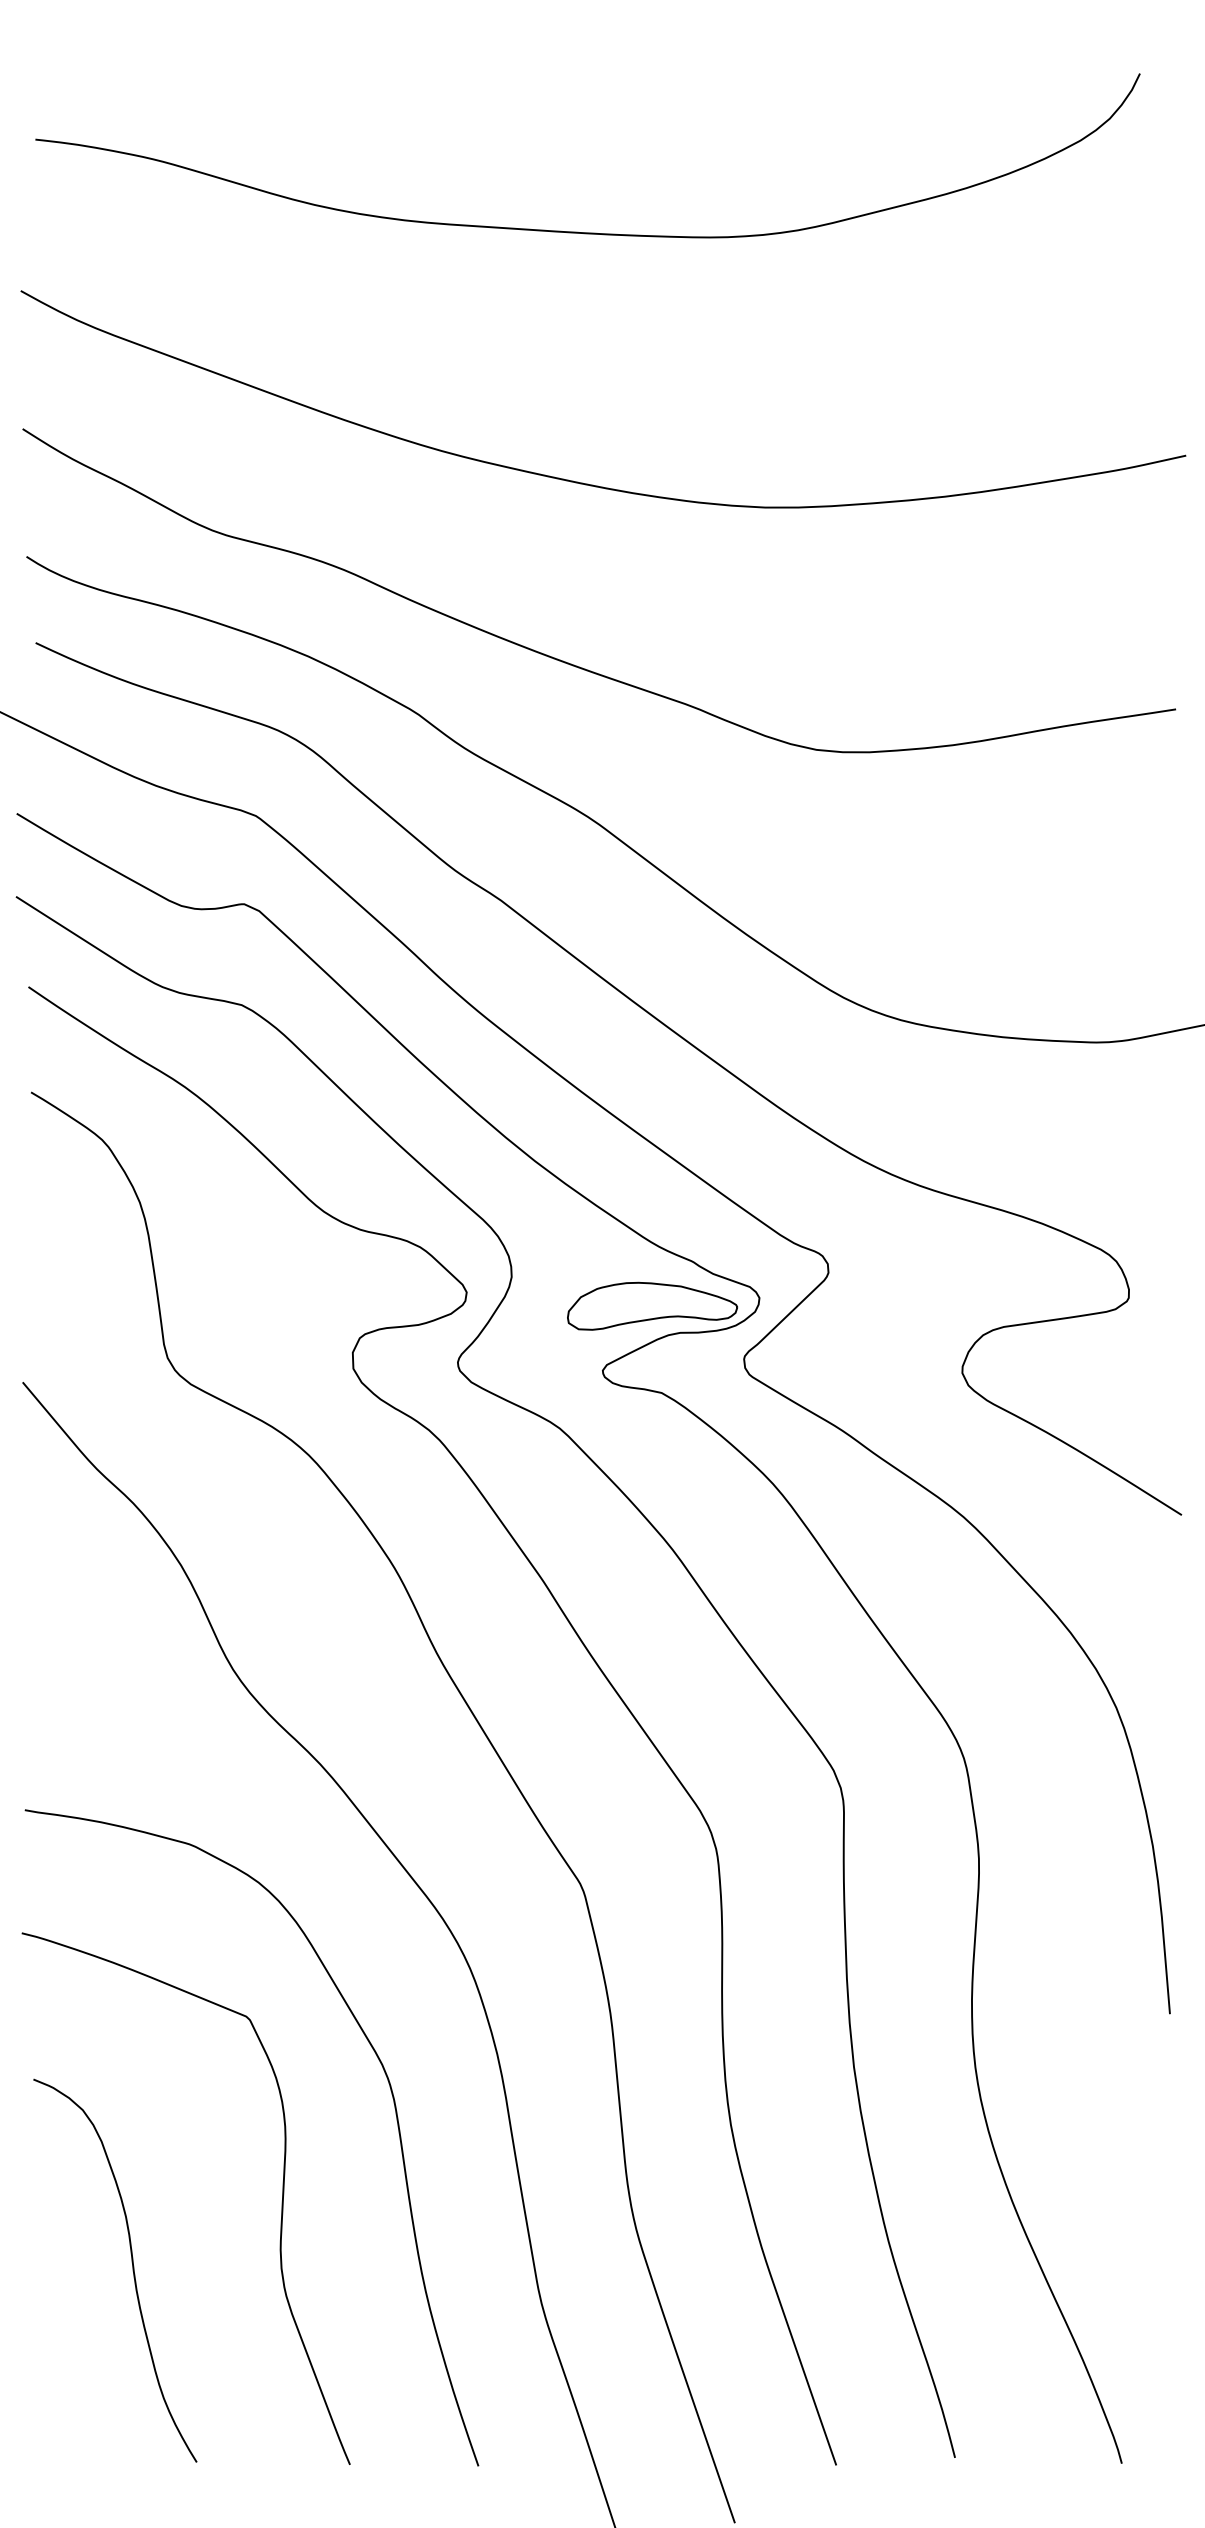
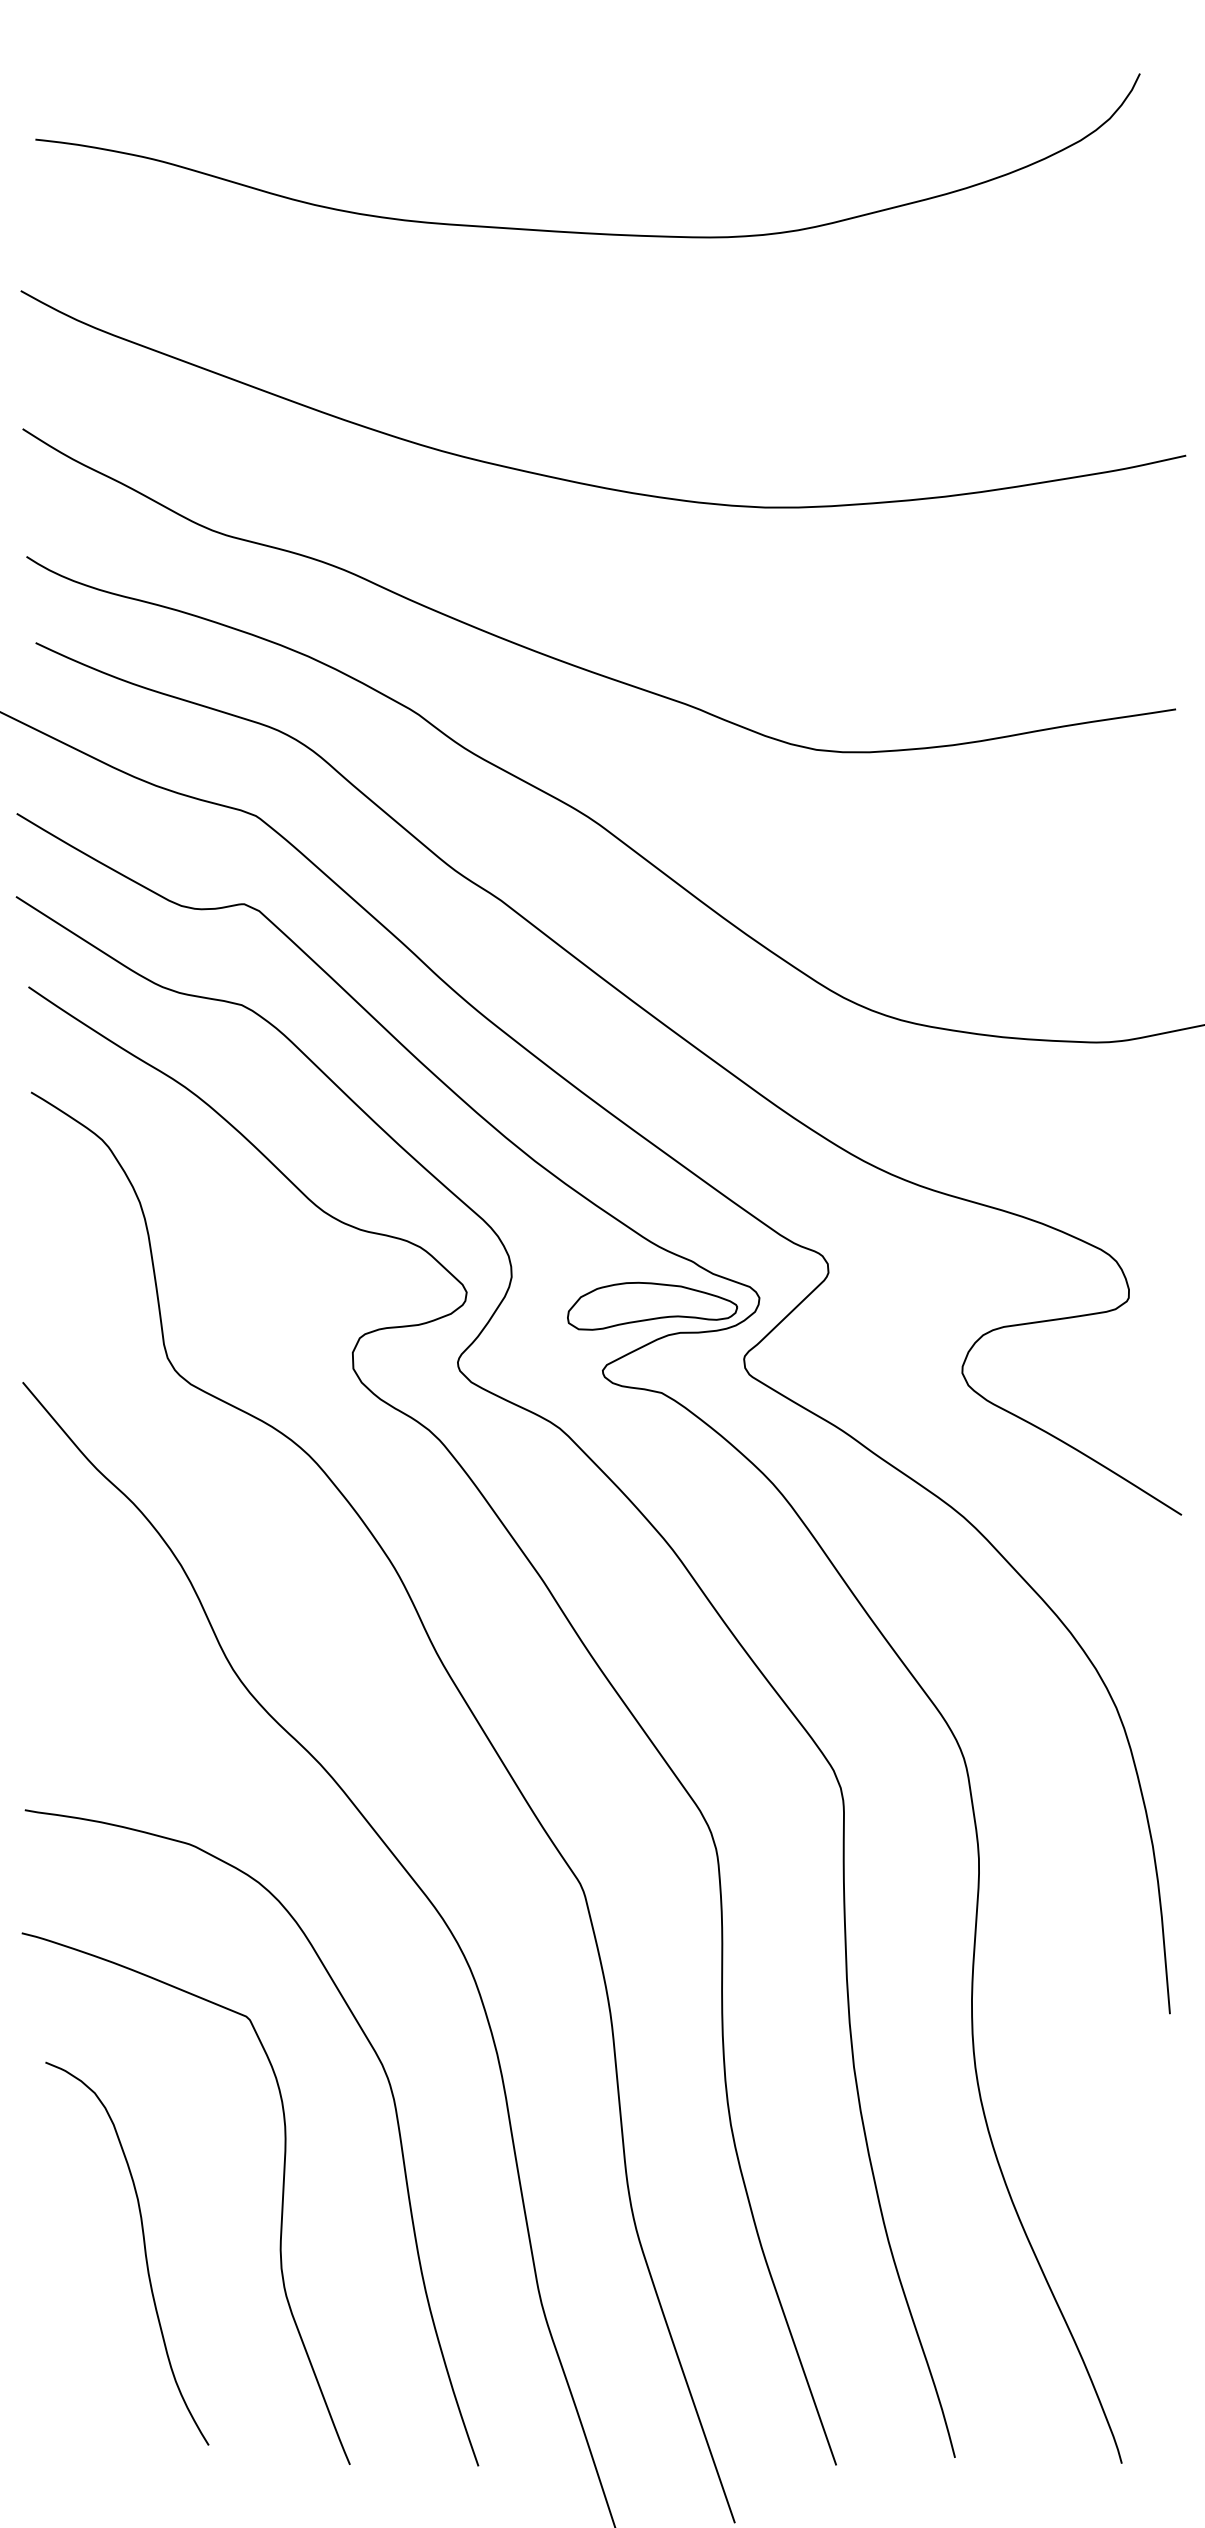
curve at (132, 2270) position: (132, 2270) -> (144, 2253)
